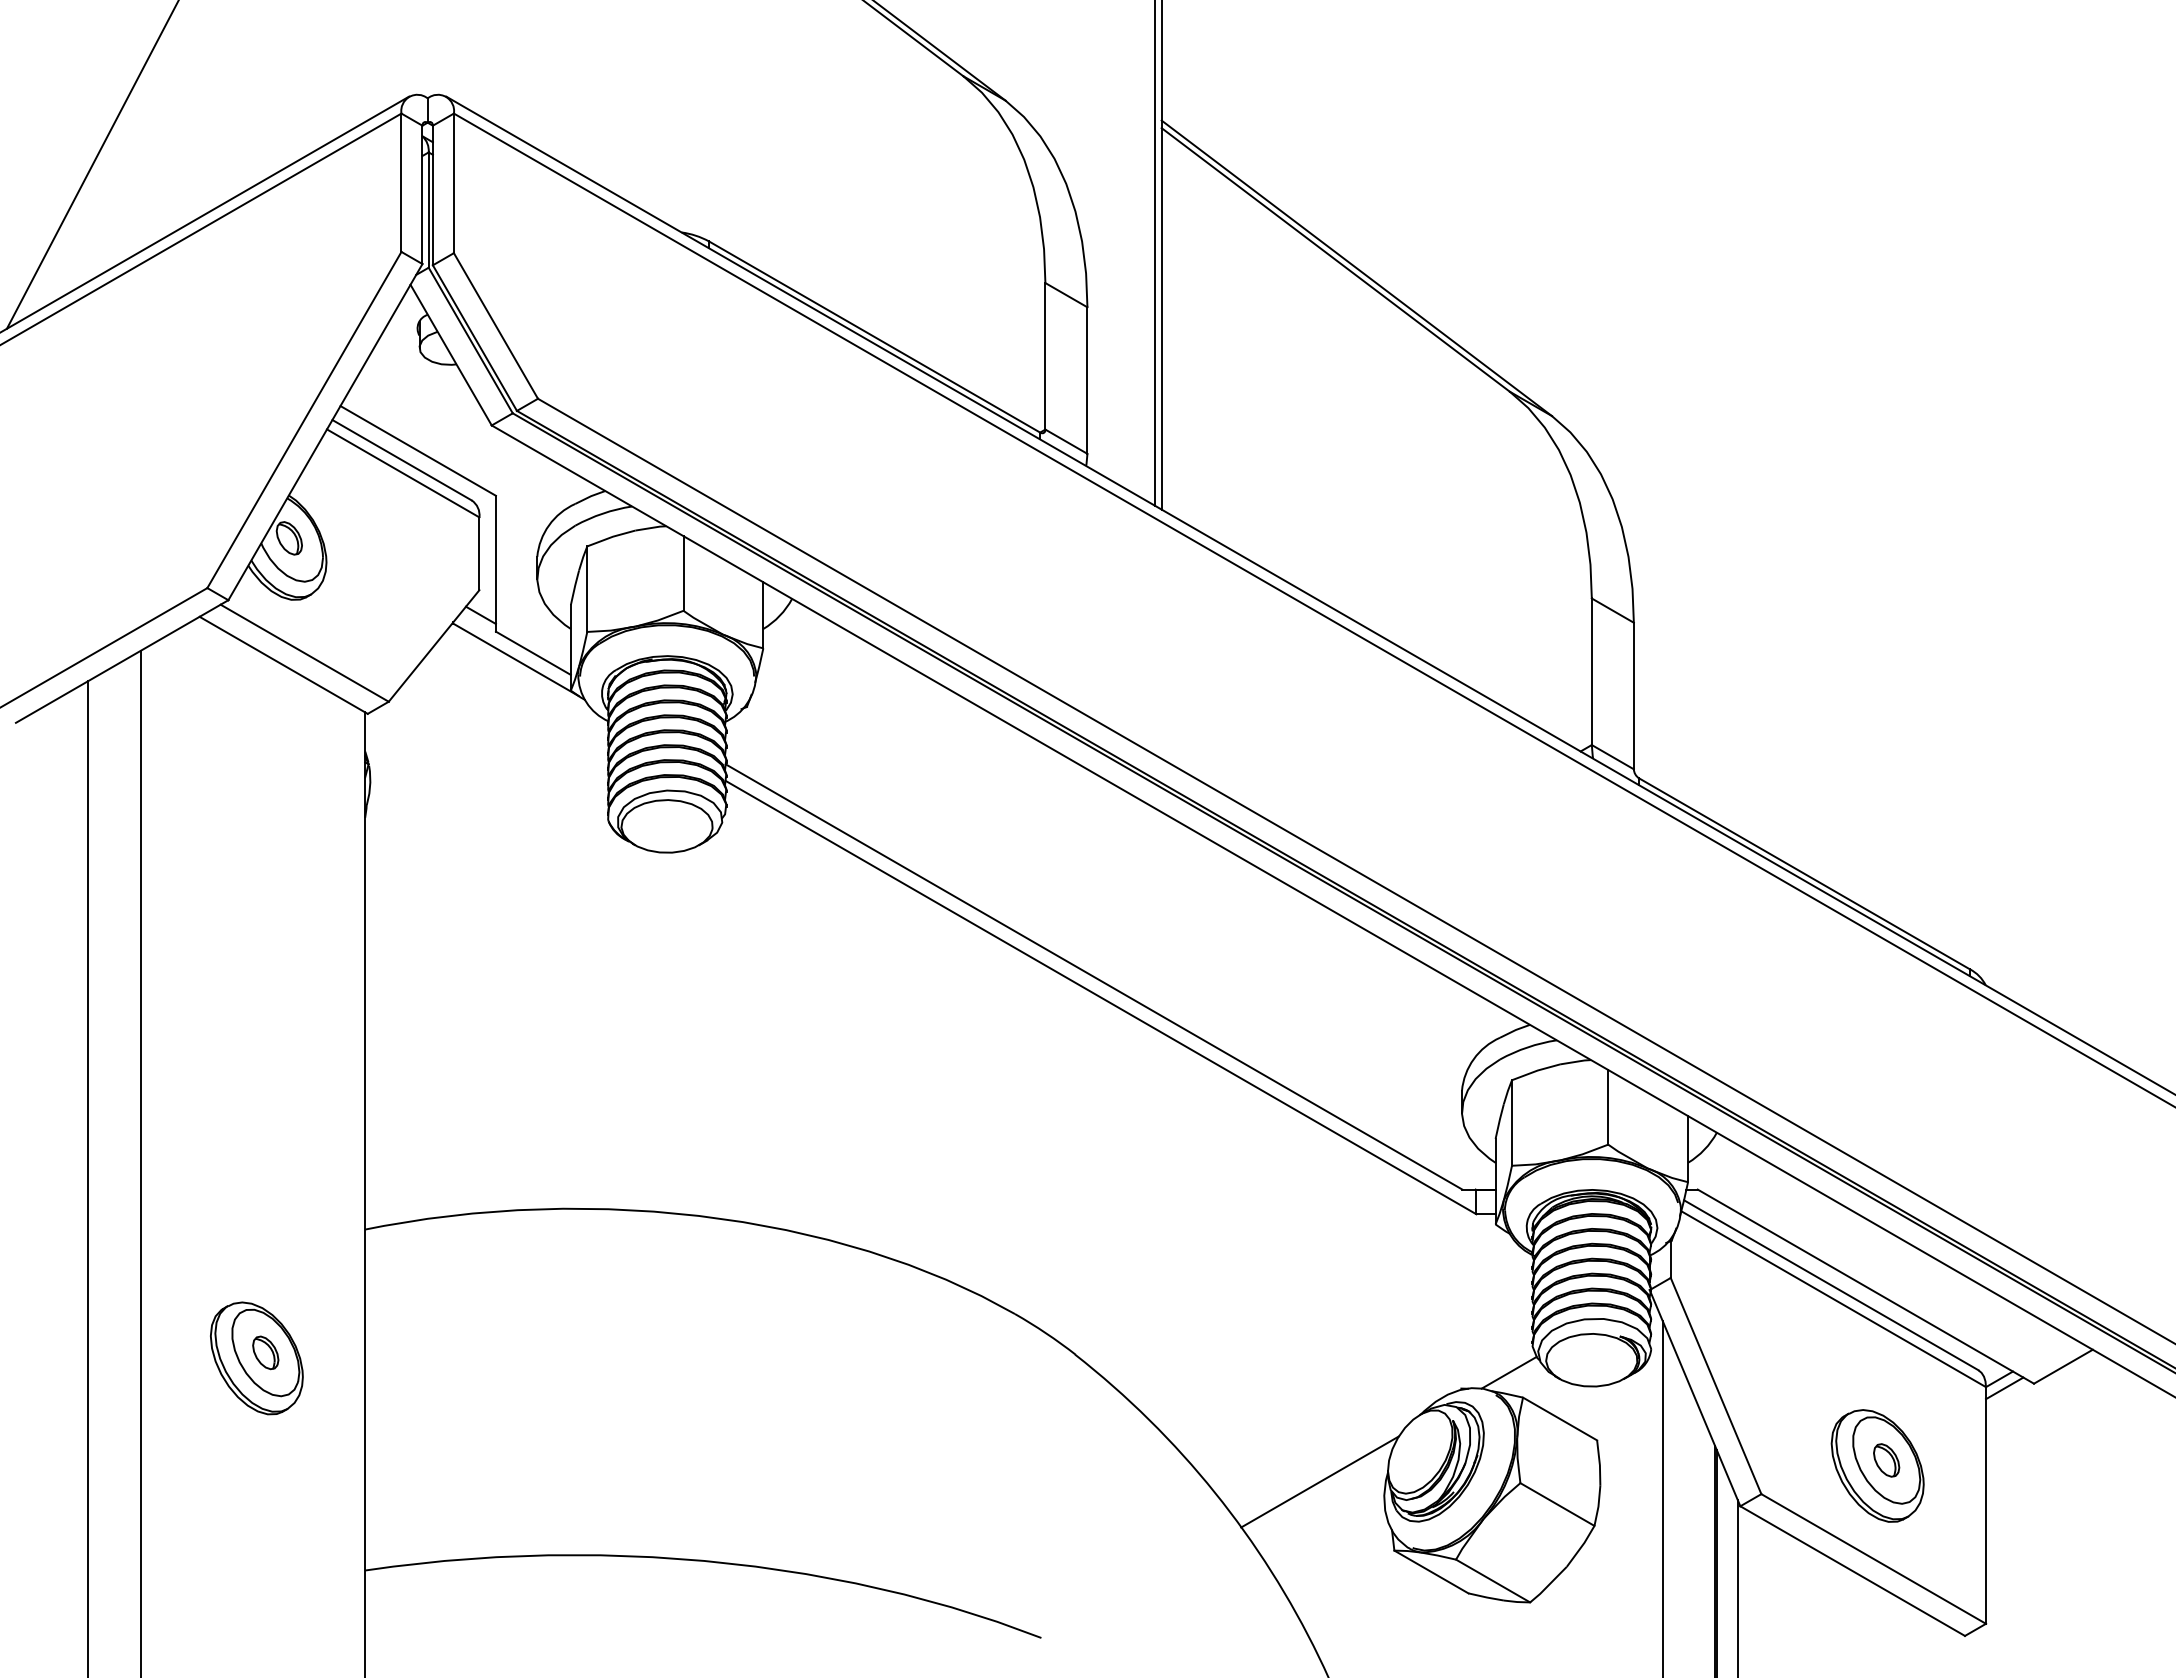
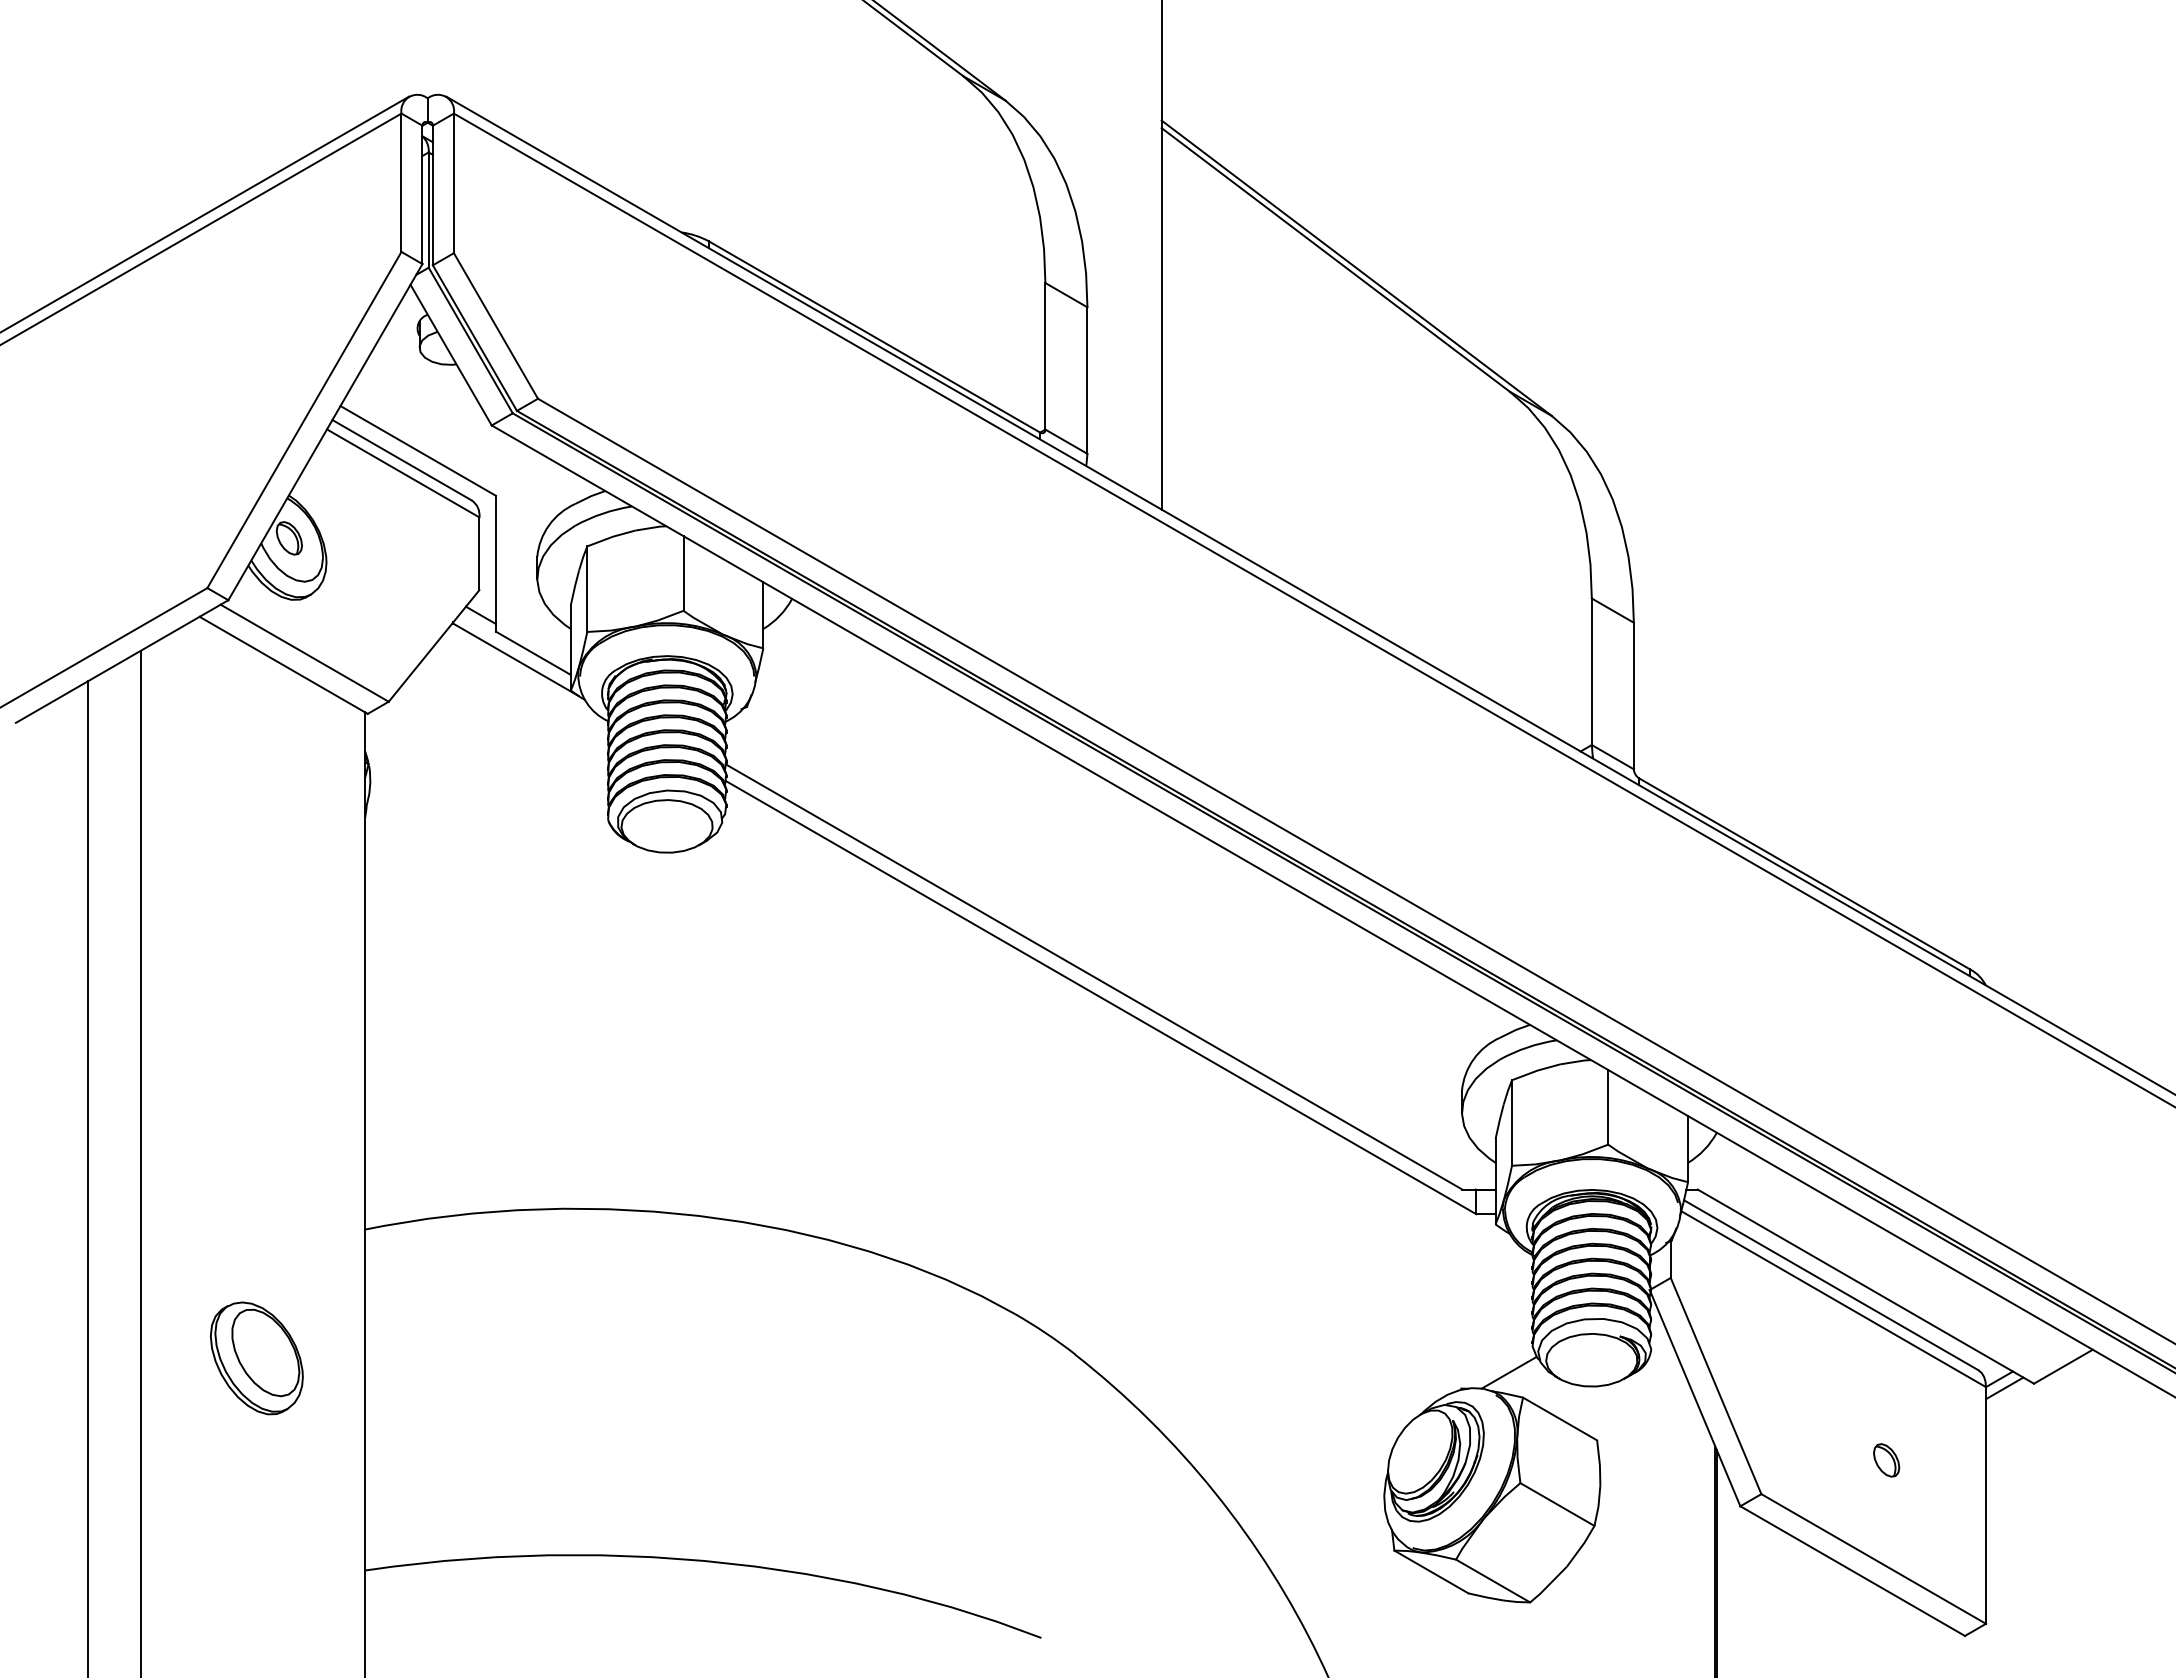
line at (91, 165): present -> none
line at (1154, 253): present -> none
part at (265, 1352): present -> none
part at (1877, 1465): present -> none
line at (1319, 1481): present -> none
line at (1662, 1497): present -> none
line at (1737, 1587): present -> none
